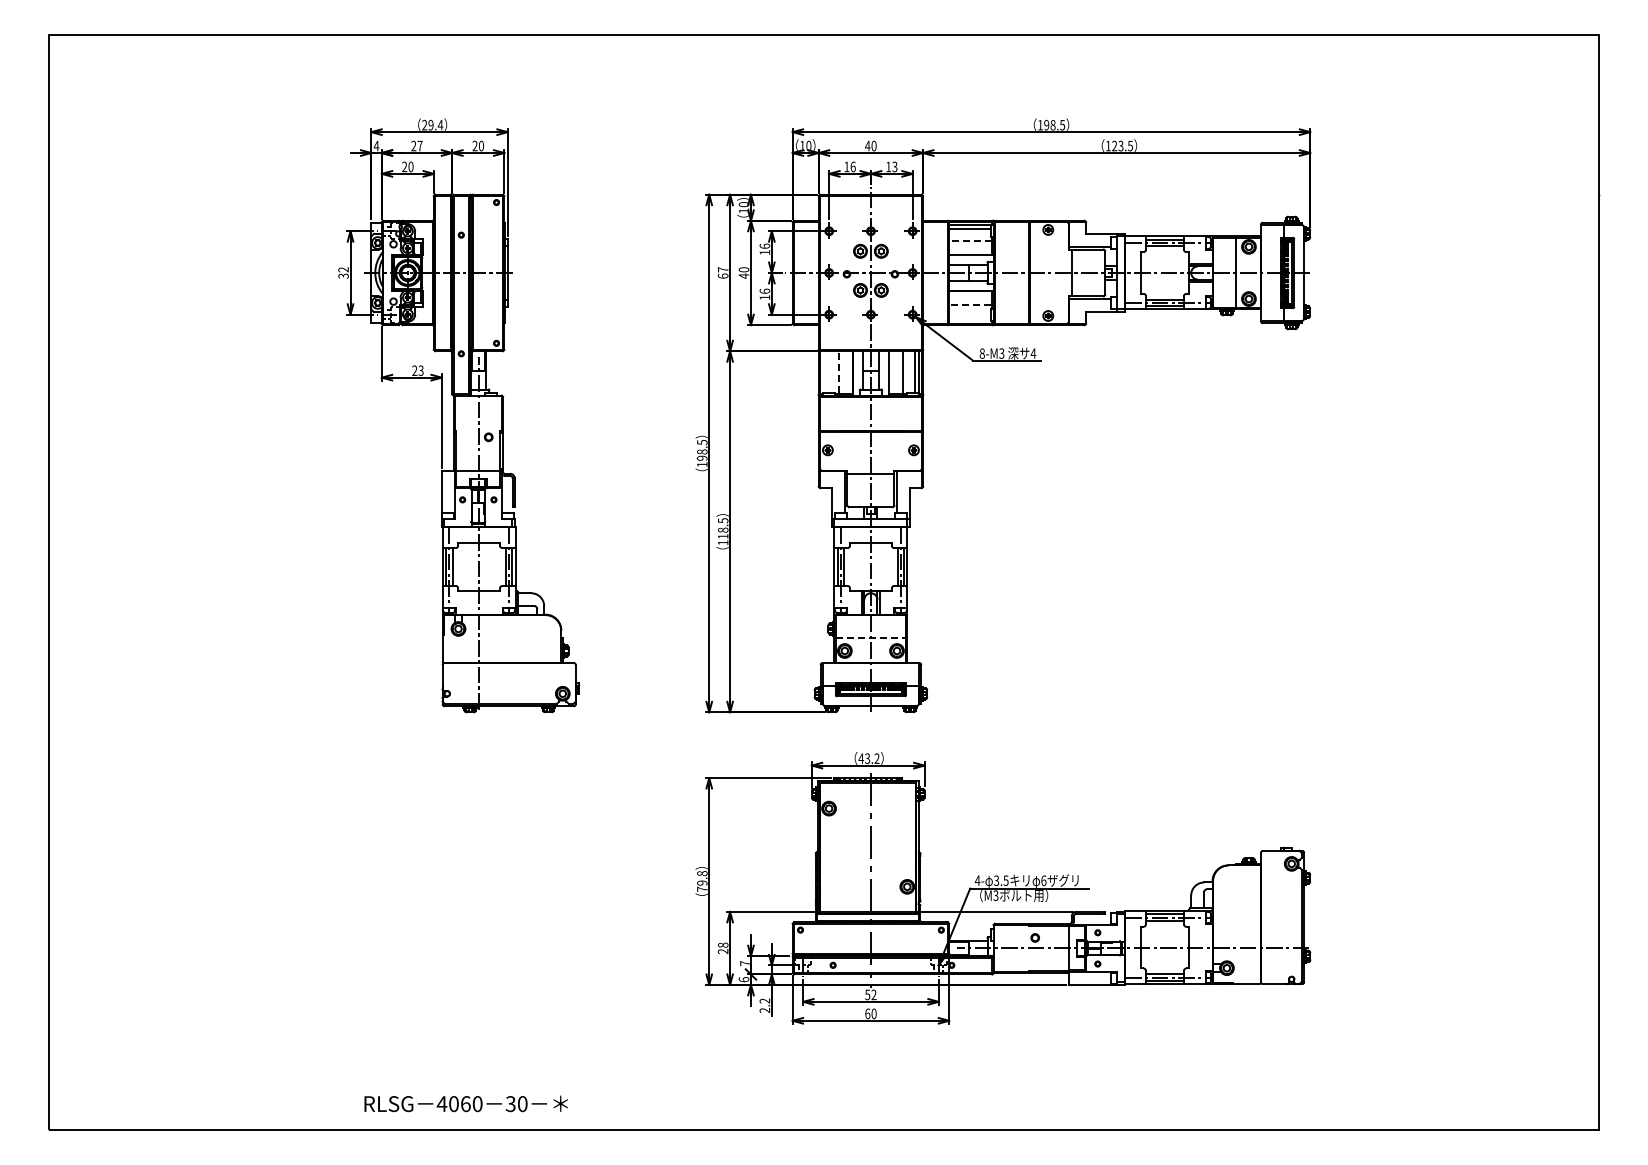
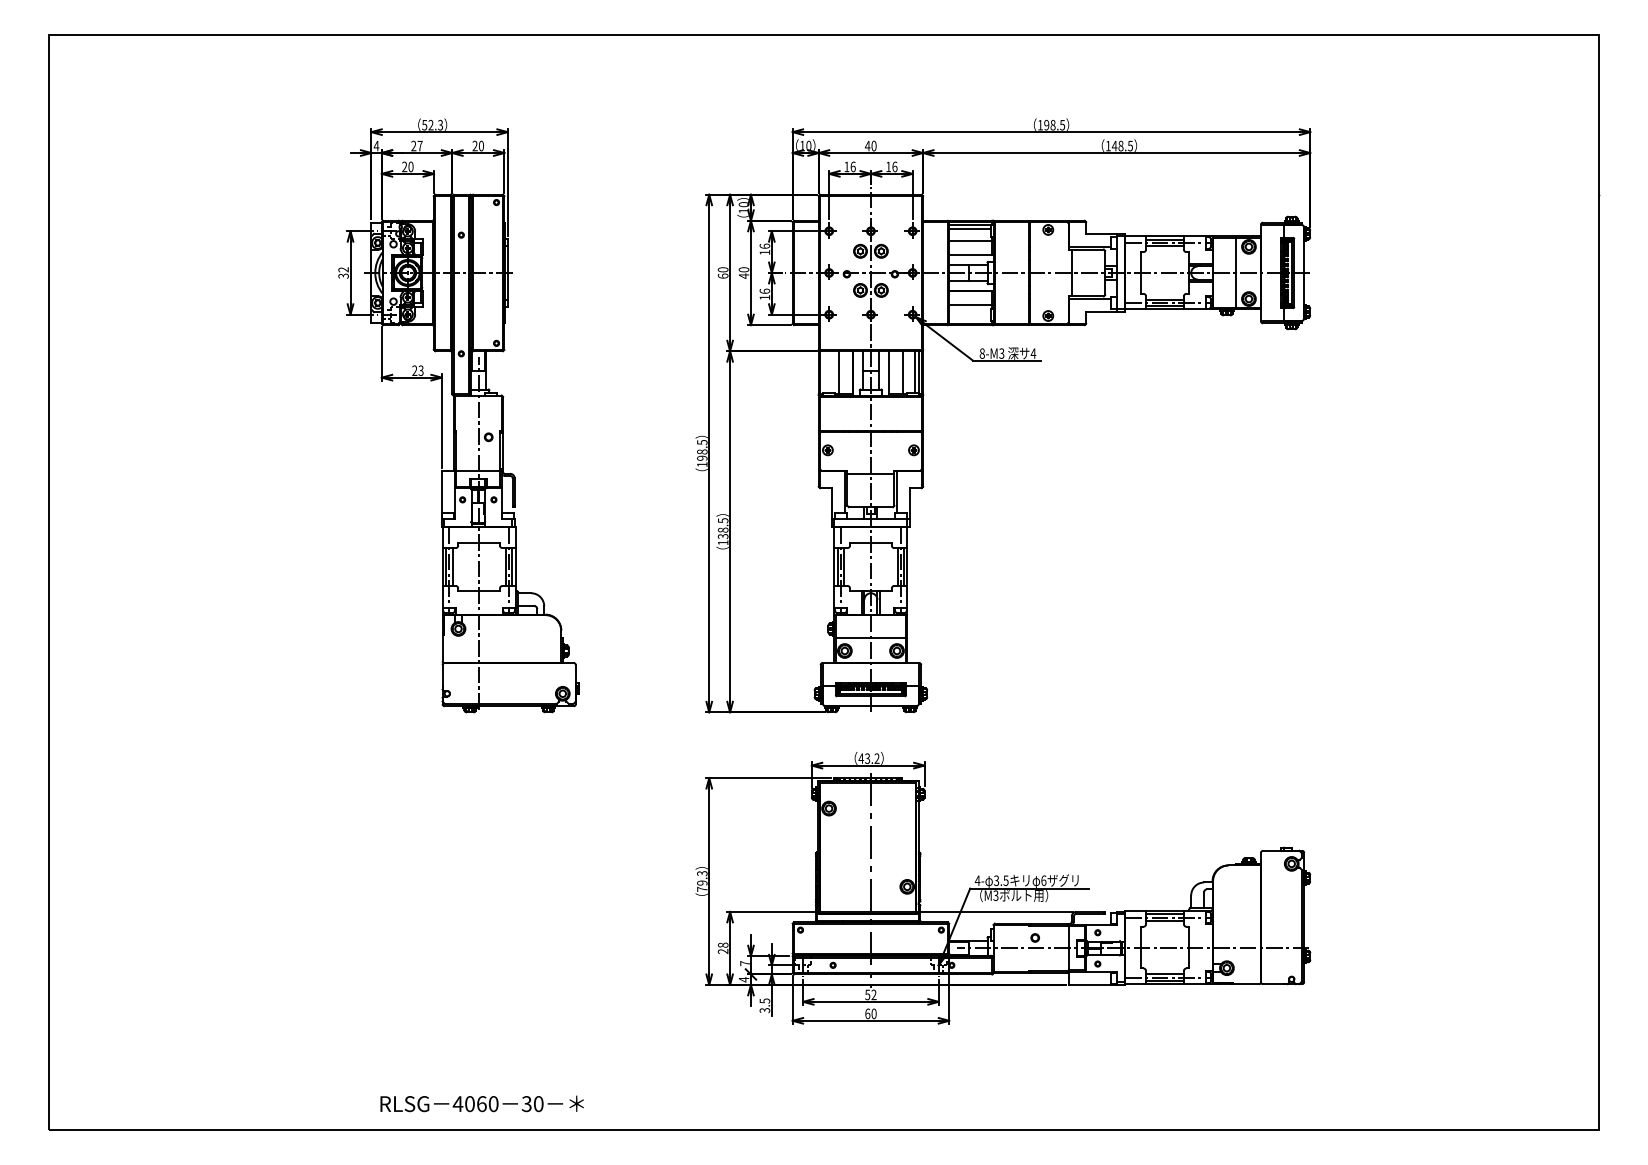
text at (432, 124): 29.4 -> 52.3
text at (1117, 145): 123.5 -> 148.5
text at (894, 166): 13 -> 16
line at (970, 241): dashed -> solid
text at (722, 269): 67 -> 60
line at (969, 304): dashed -> solid
line at (839, 371): dashed -> solid
text at (722, 536): 118.5 -> 138.5
line at (870, 637): dashed -> solid
text at (702, 873): 79.8 -> 79.3
text at (743, 979): 6 -> 4
text at (764, 1005): 2.2 -> 3.5
text at (465, 1103) position: (465, 1103) -> (481, 1103)
